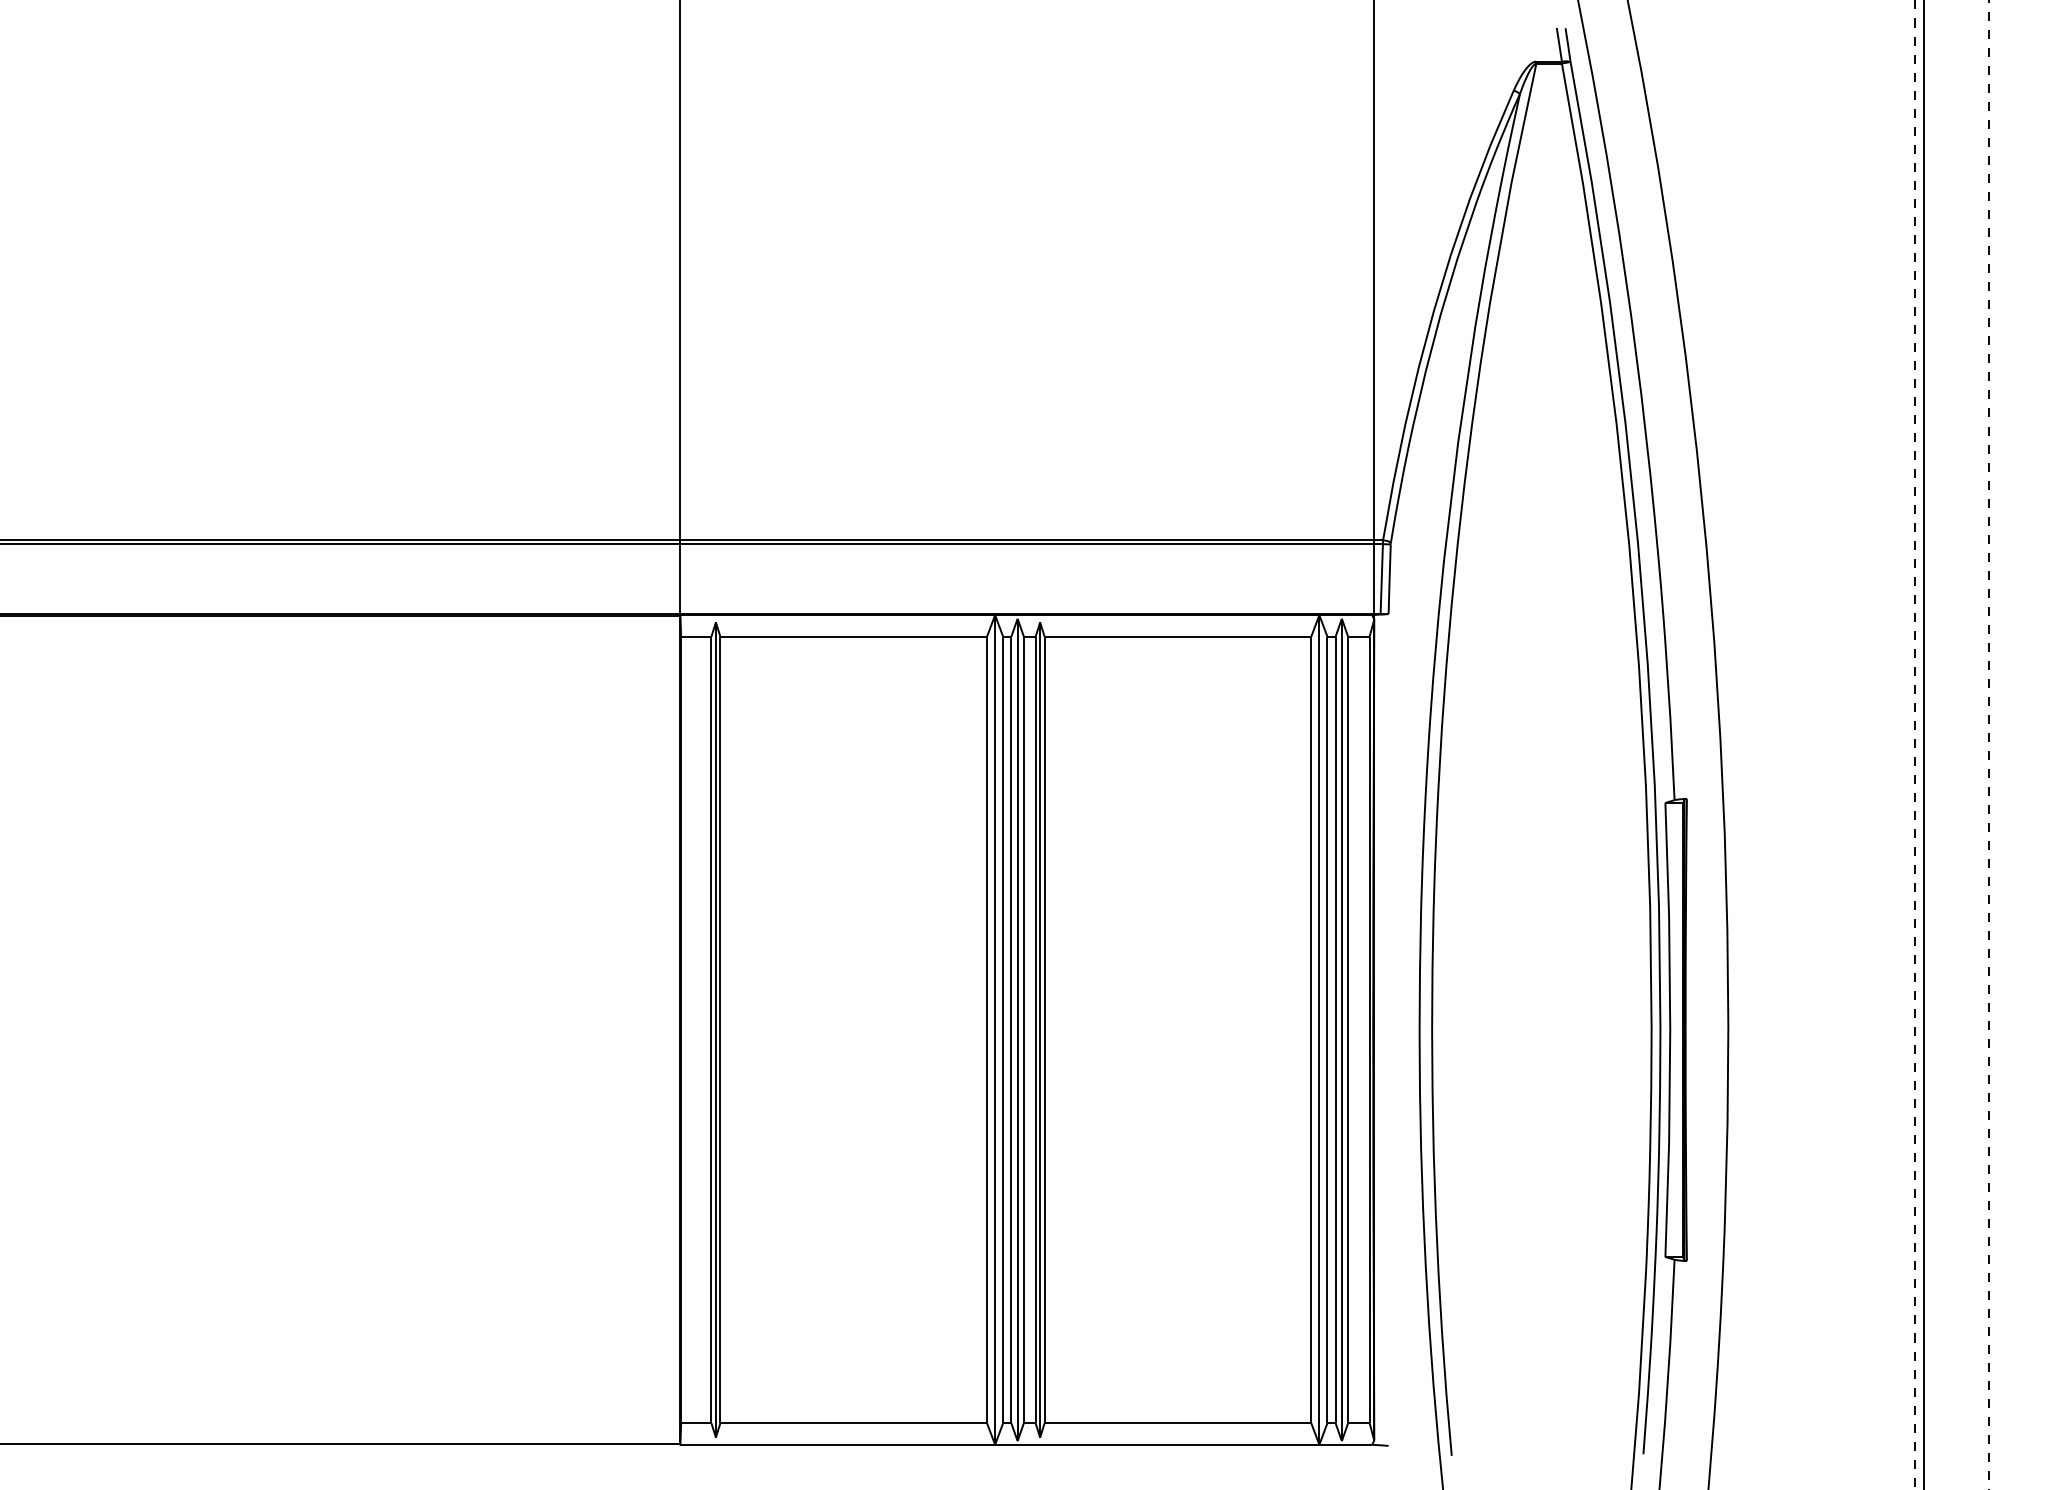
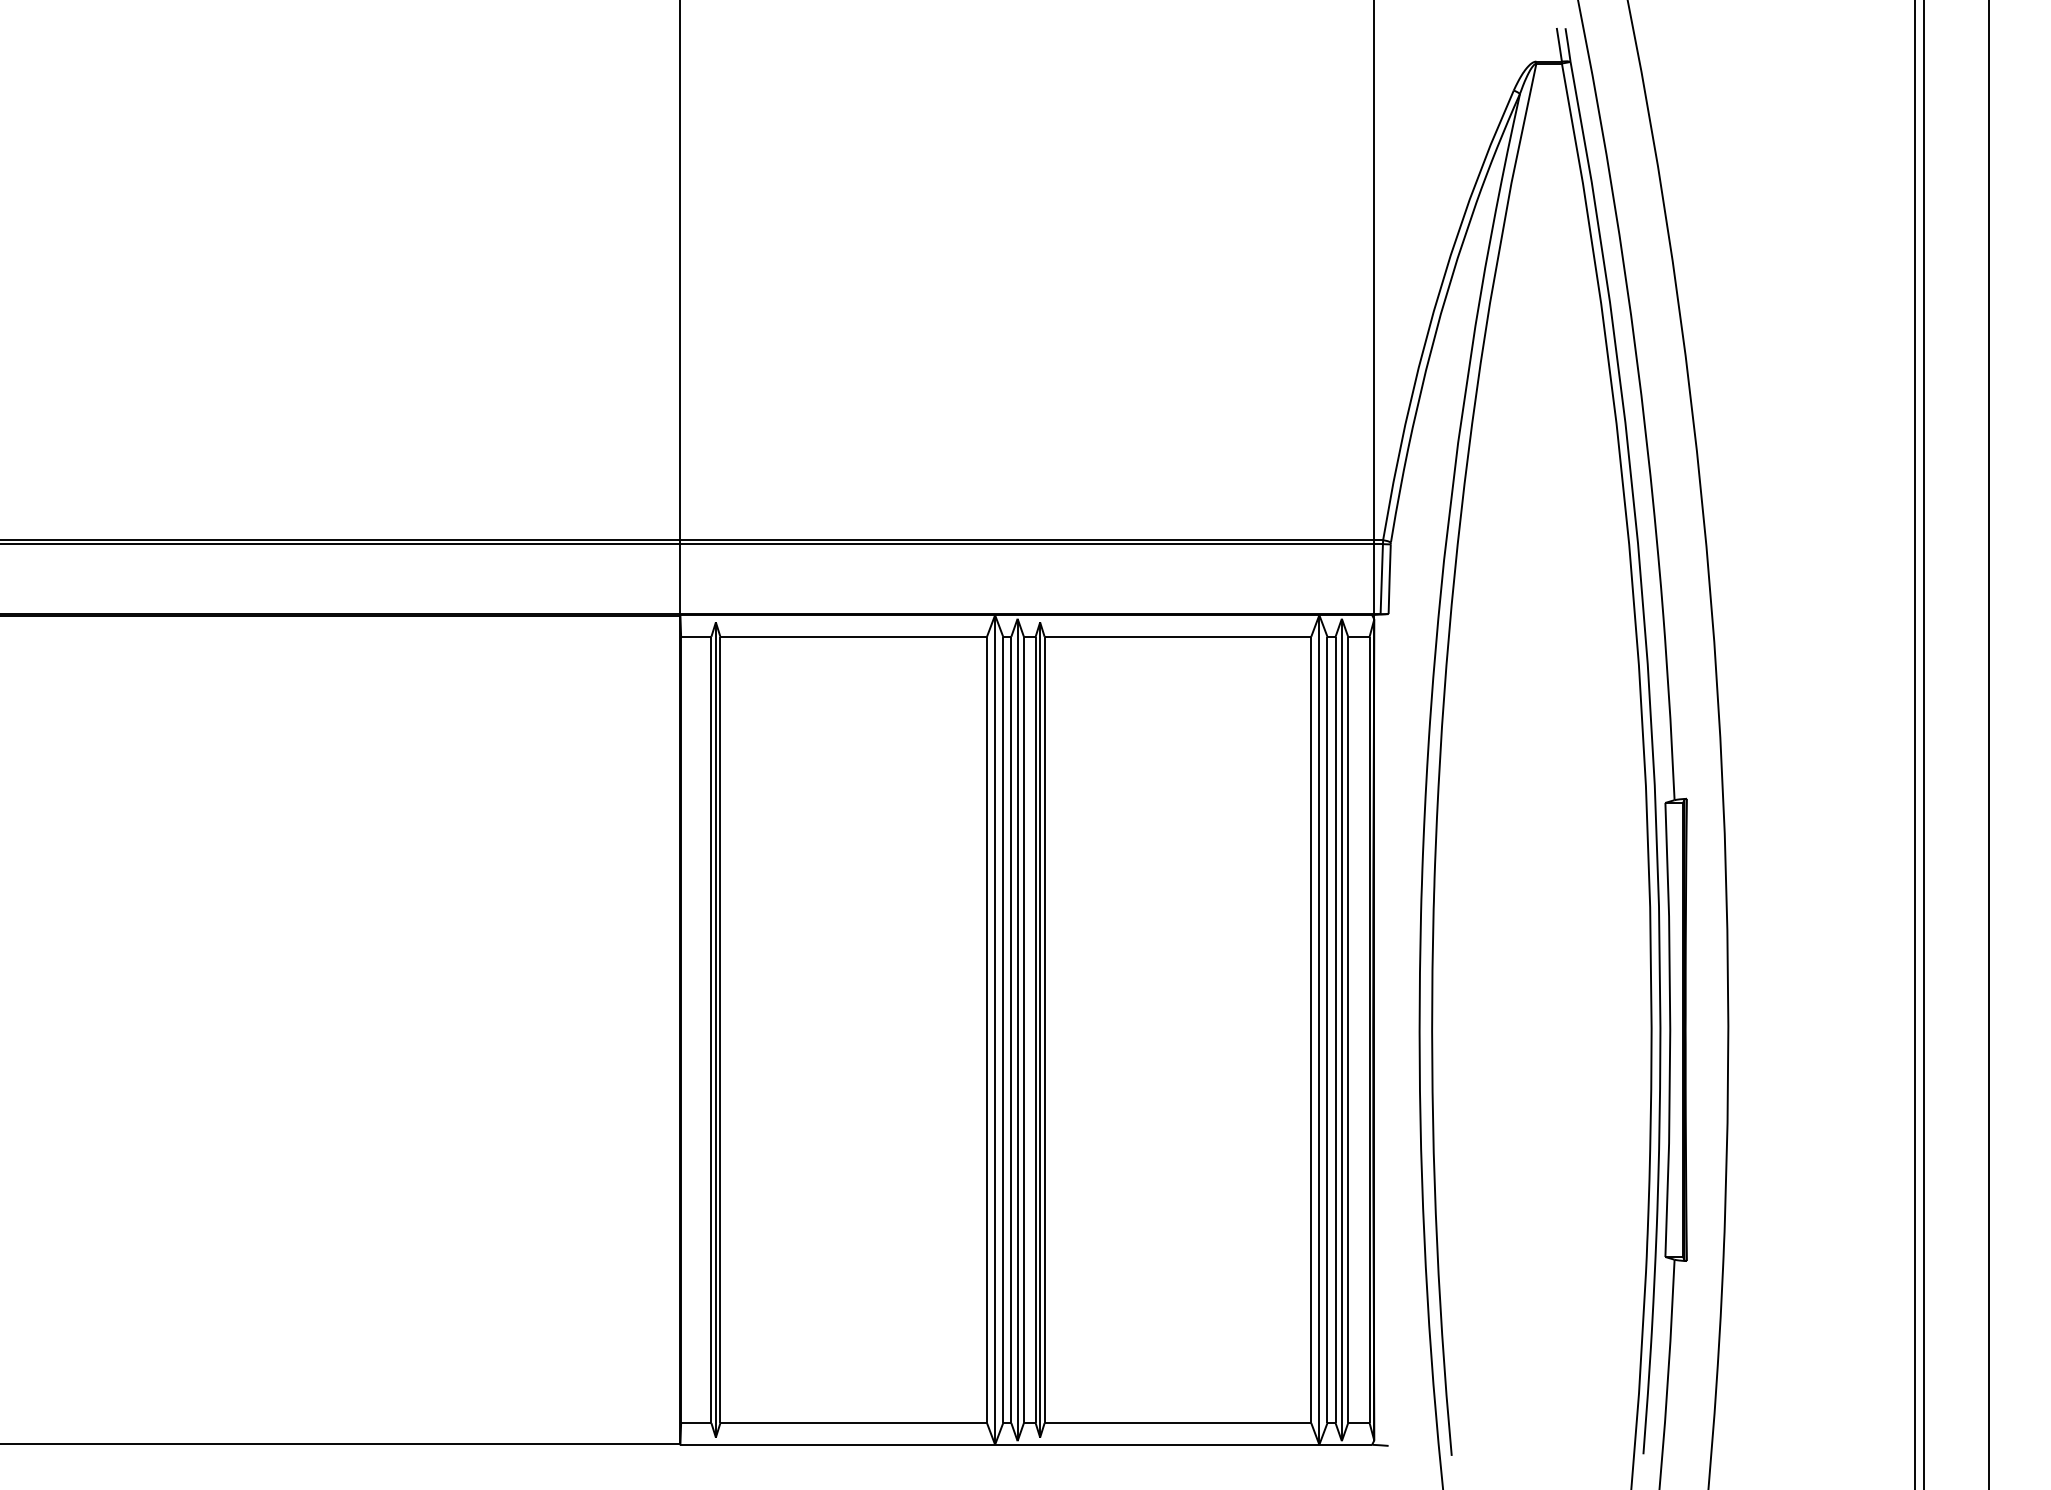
line at (1914, 744): dashed -> solid
line at (1989, 744): dashed -> solid
